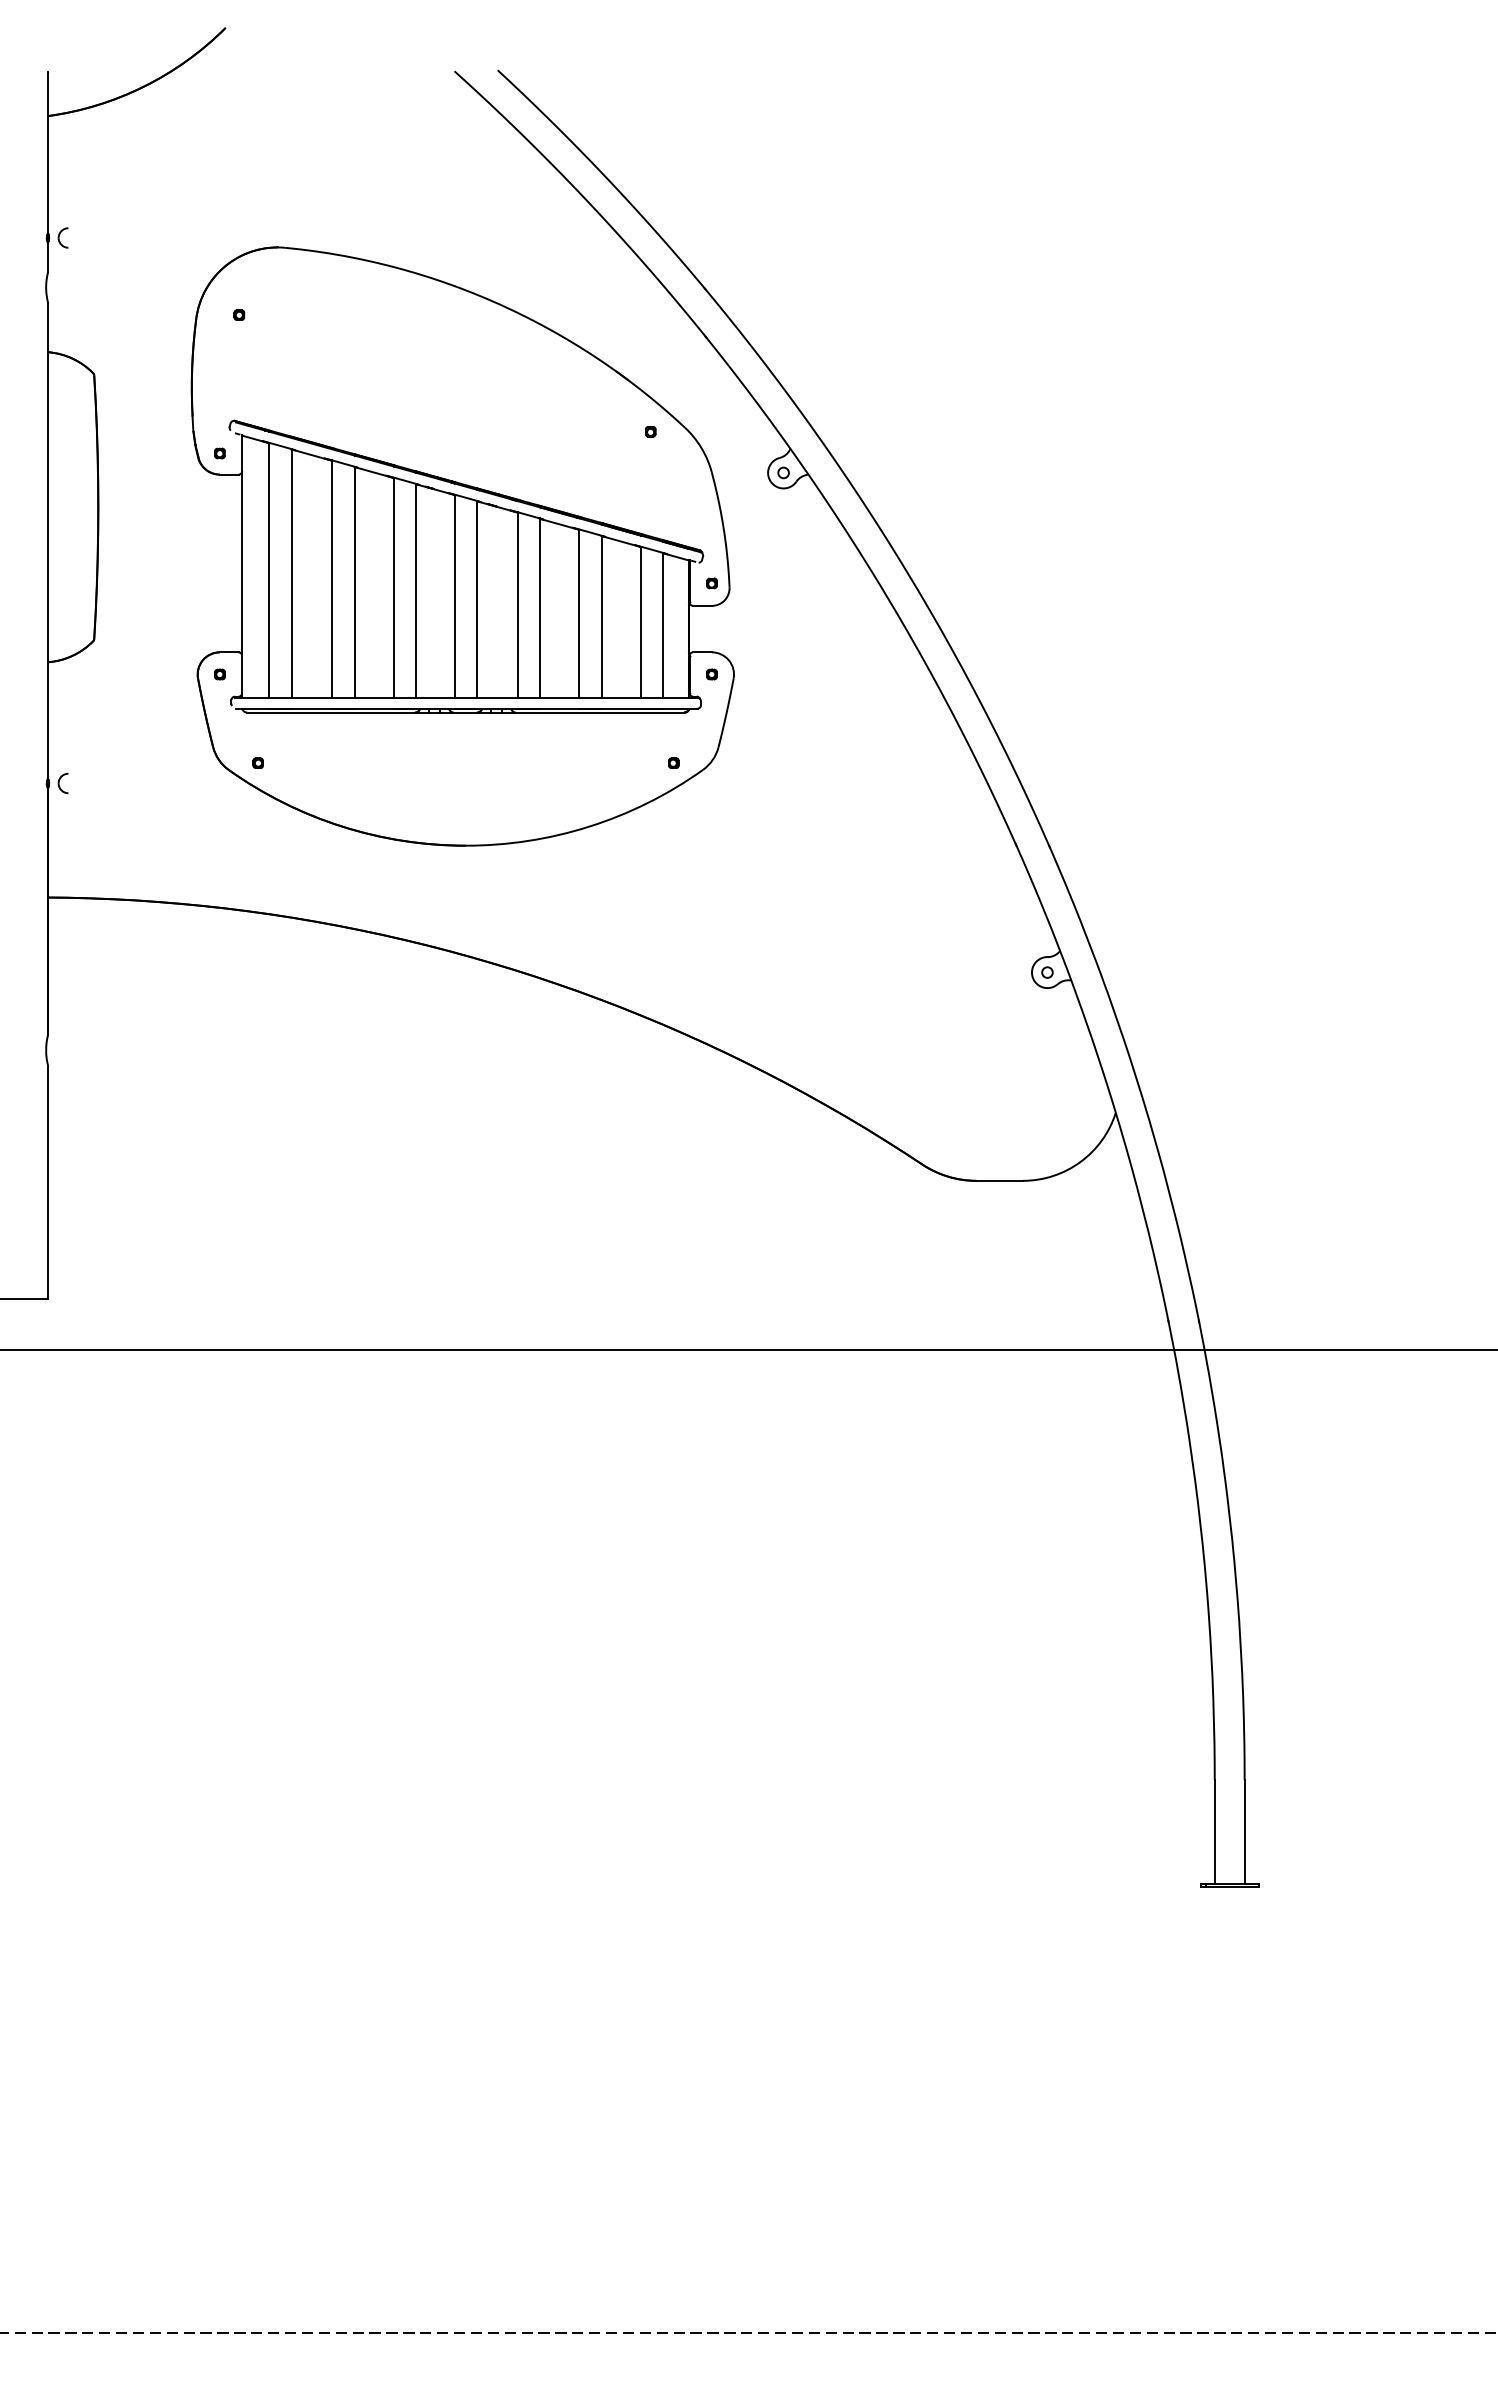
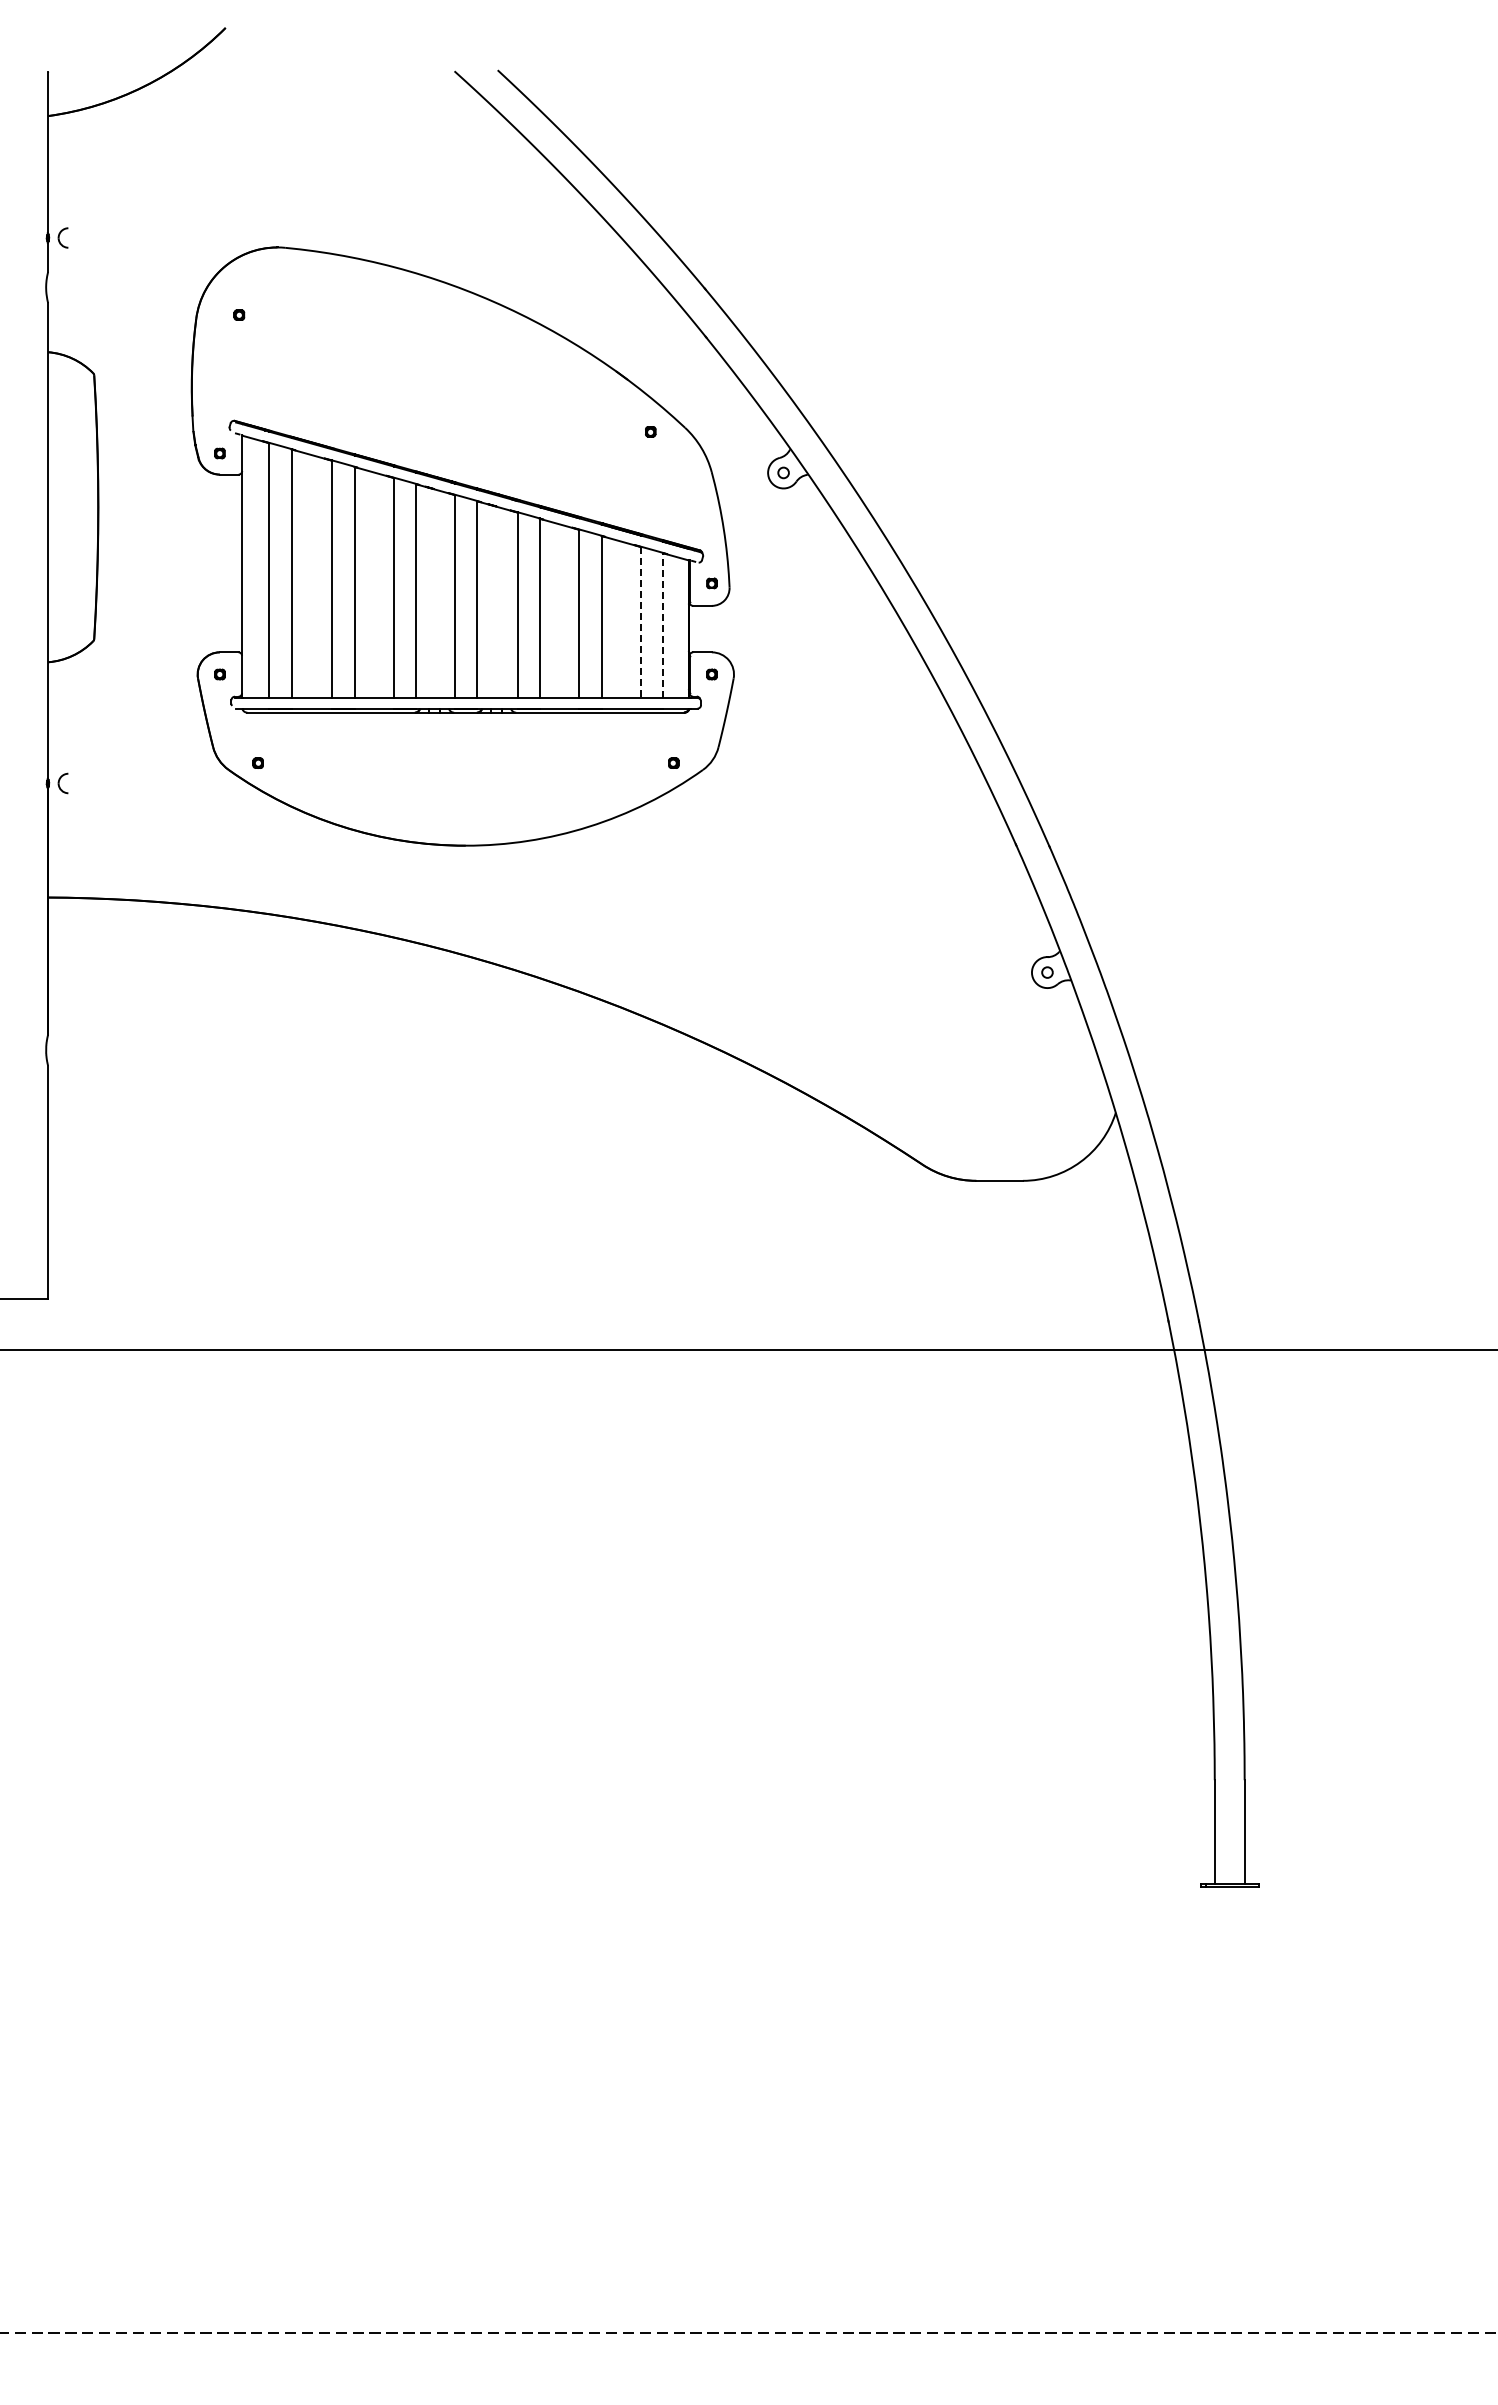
line at (641, 622): solid -> dashed
line at (663, 625): solid -> dashed
